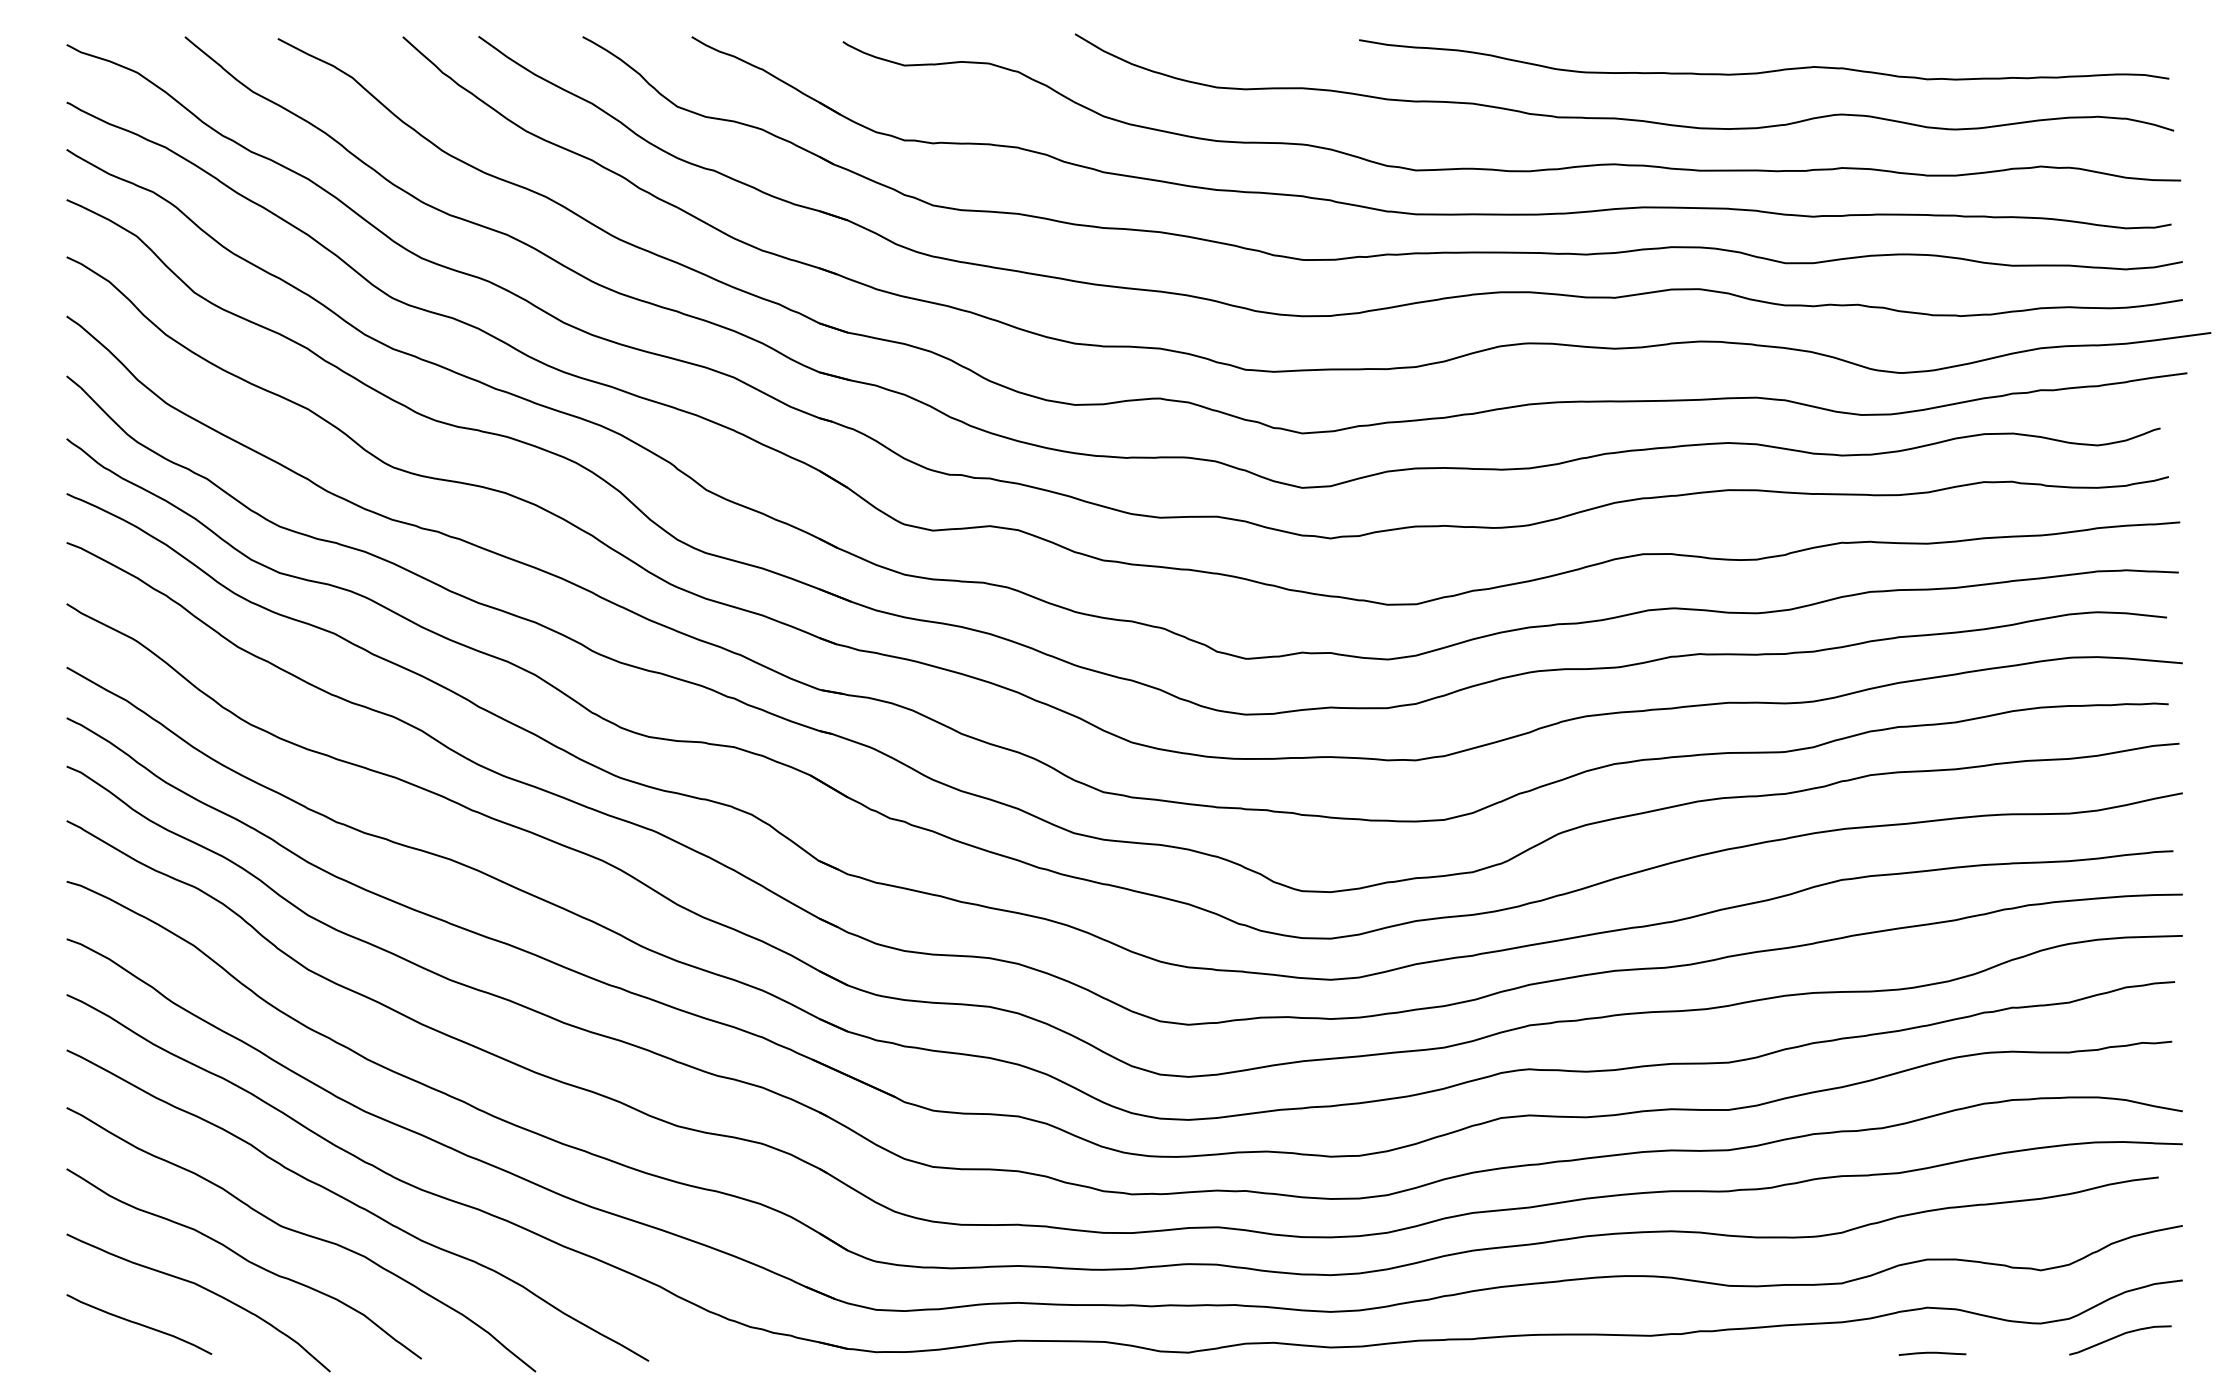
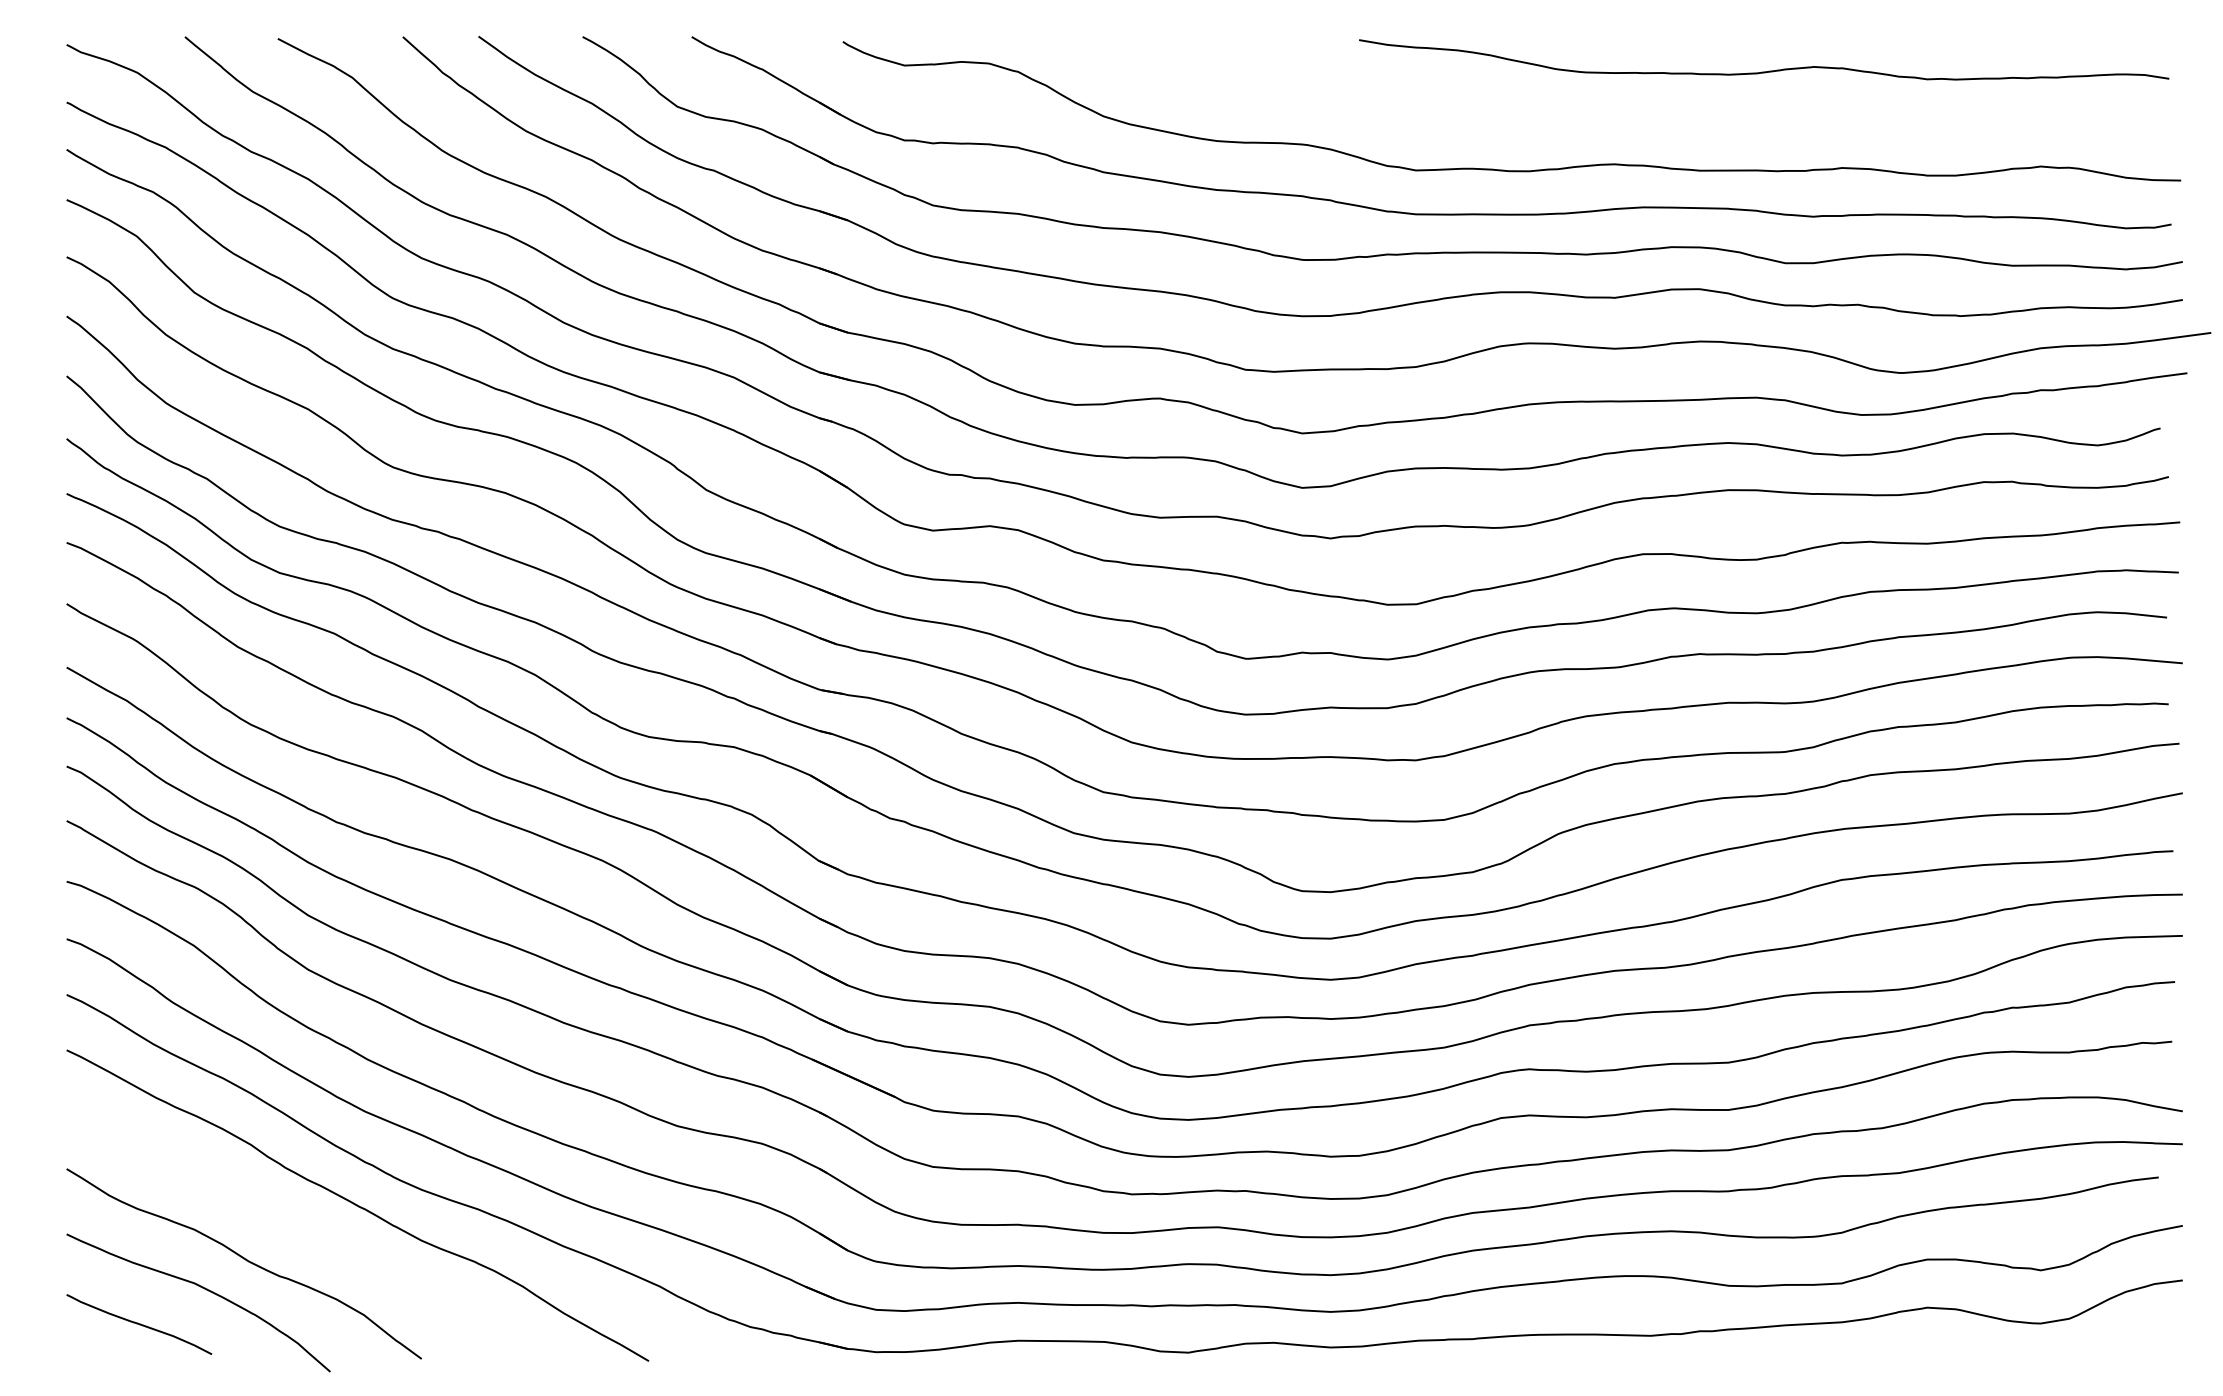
curve at (1618, 117): present -> none
curve at (301, 1234): present -> none
curve at (2120, 1336): present -> none
curve at (1932, 1353): present -> none
